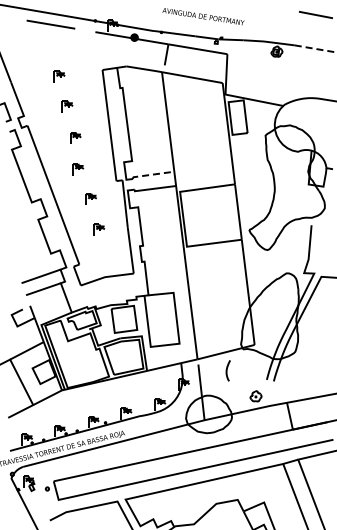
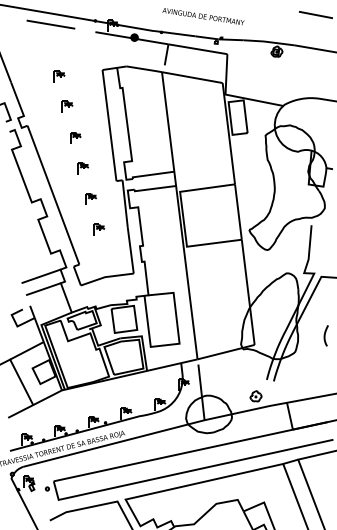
line at (315, 48): dashed -> solid
part at (78, 169) position: (78, 169) -> (83, 168)
line at (152, 174): dashed -> solid
curve at (227, 370) position: (227, 370) -> (325, 335)
